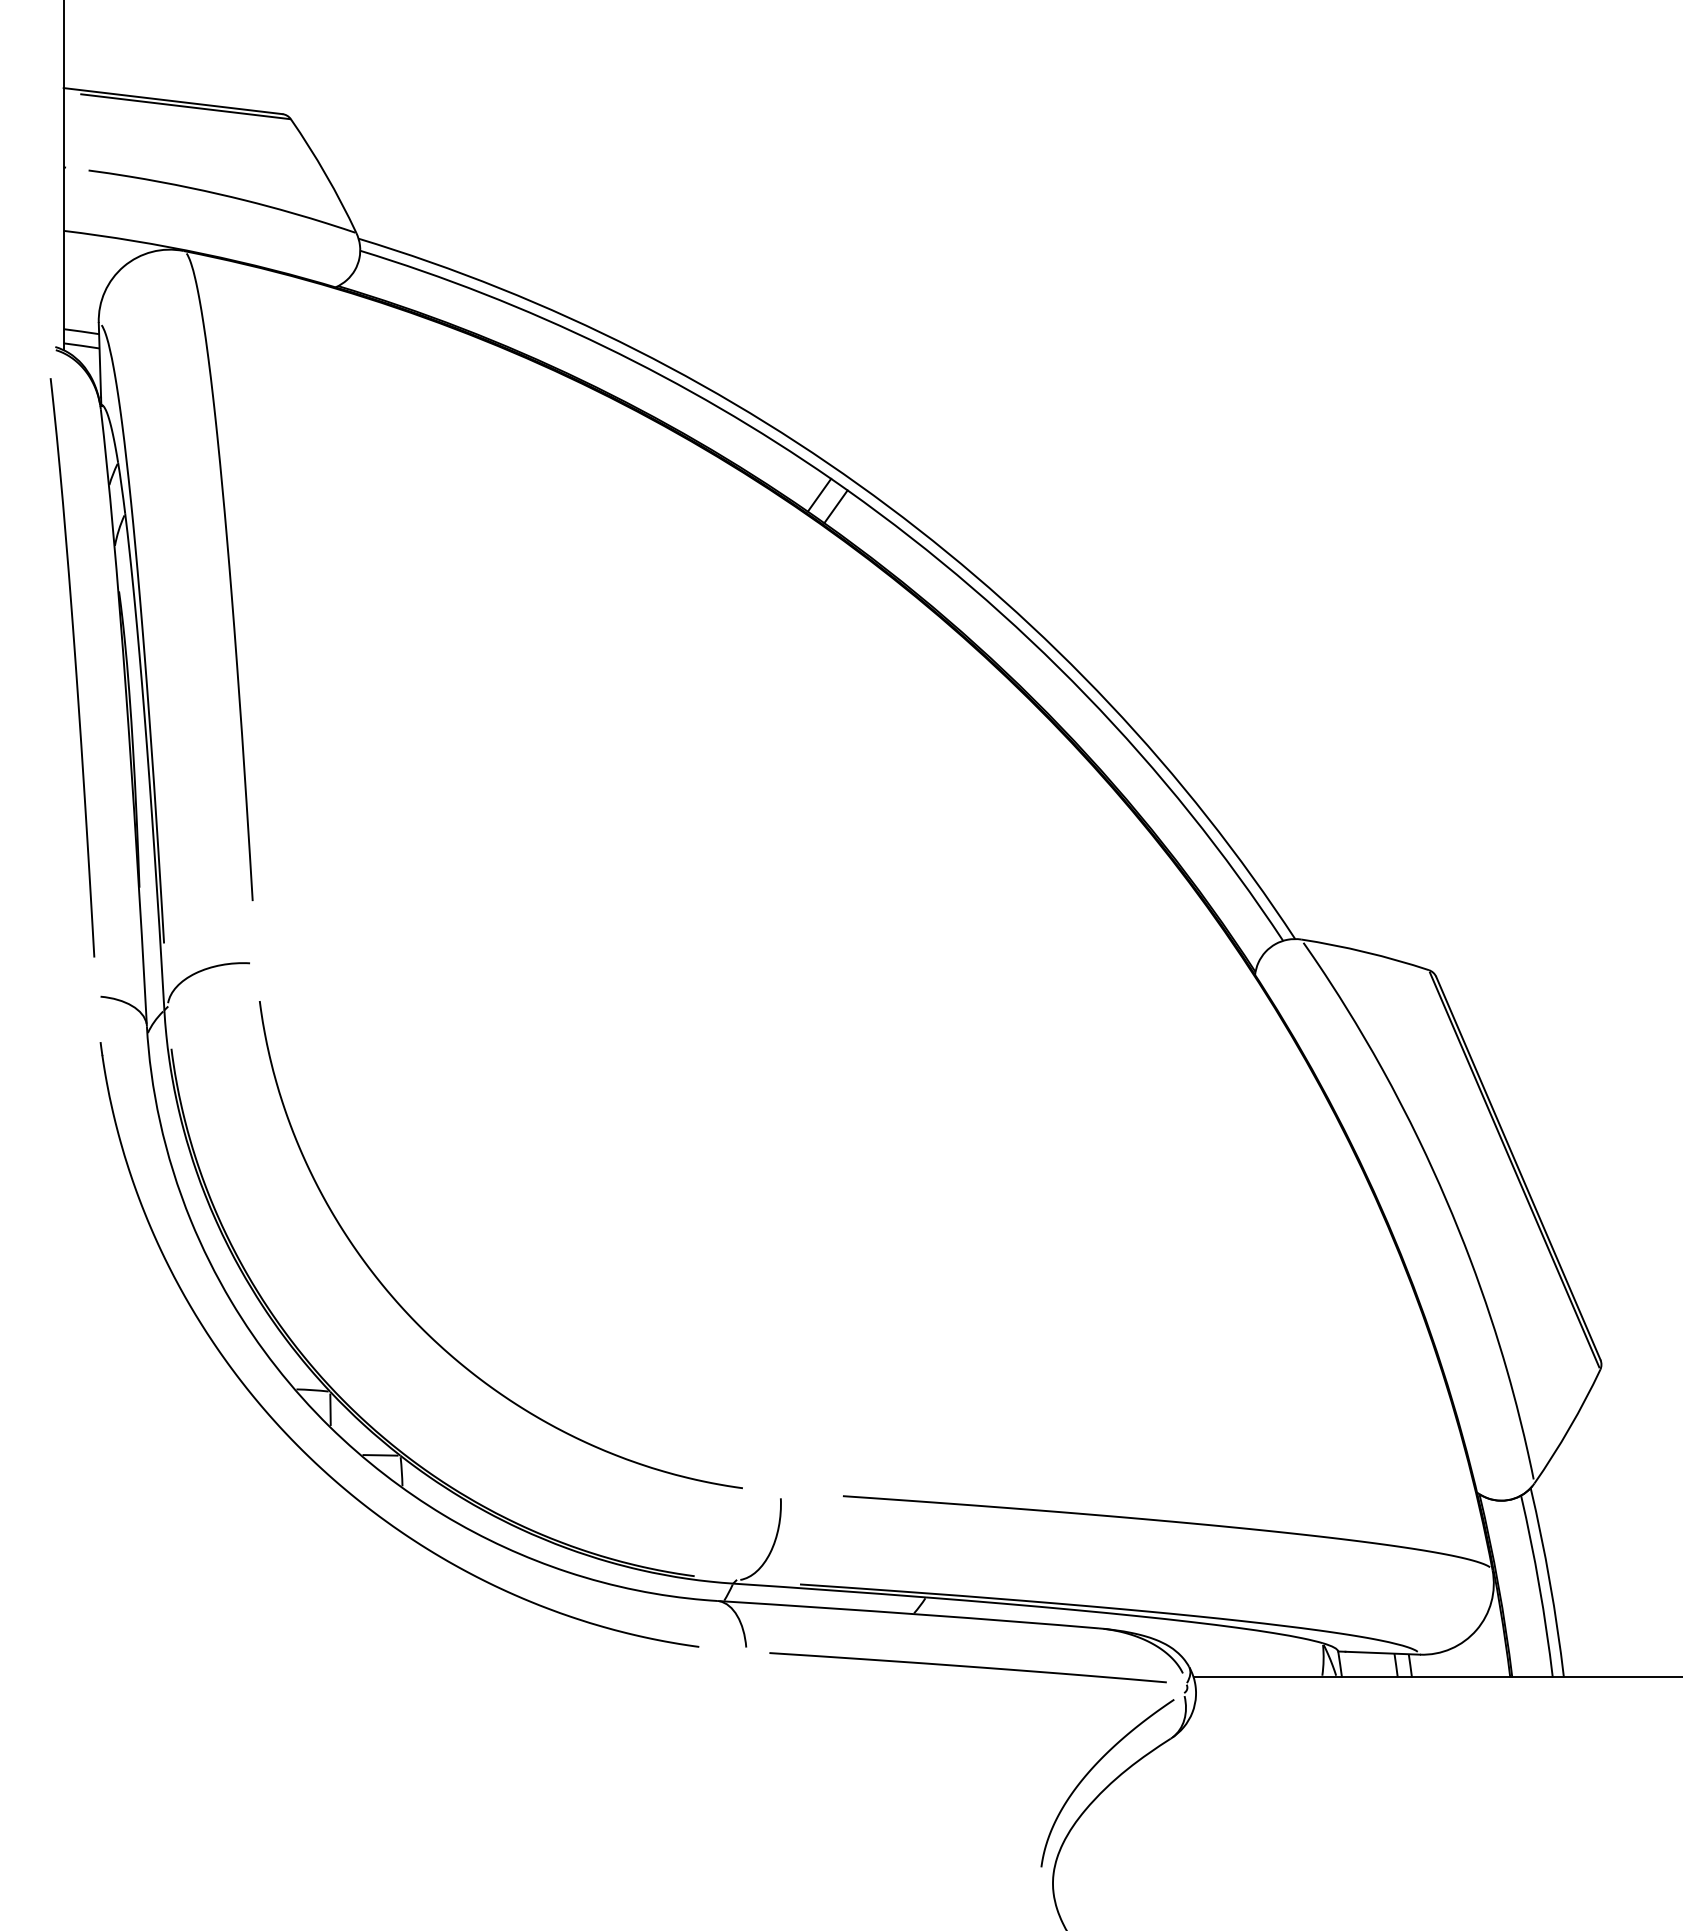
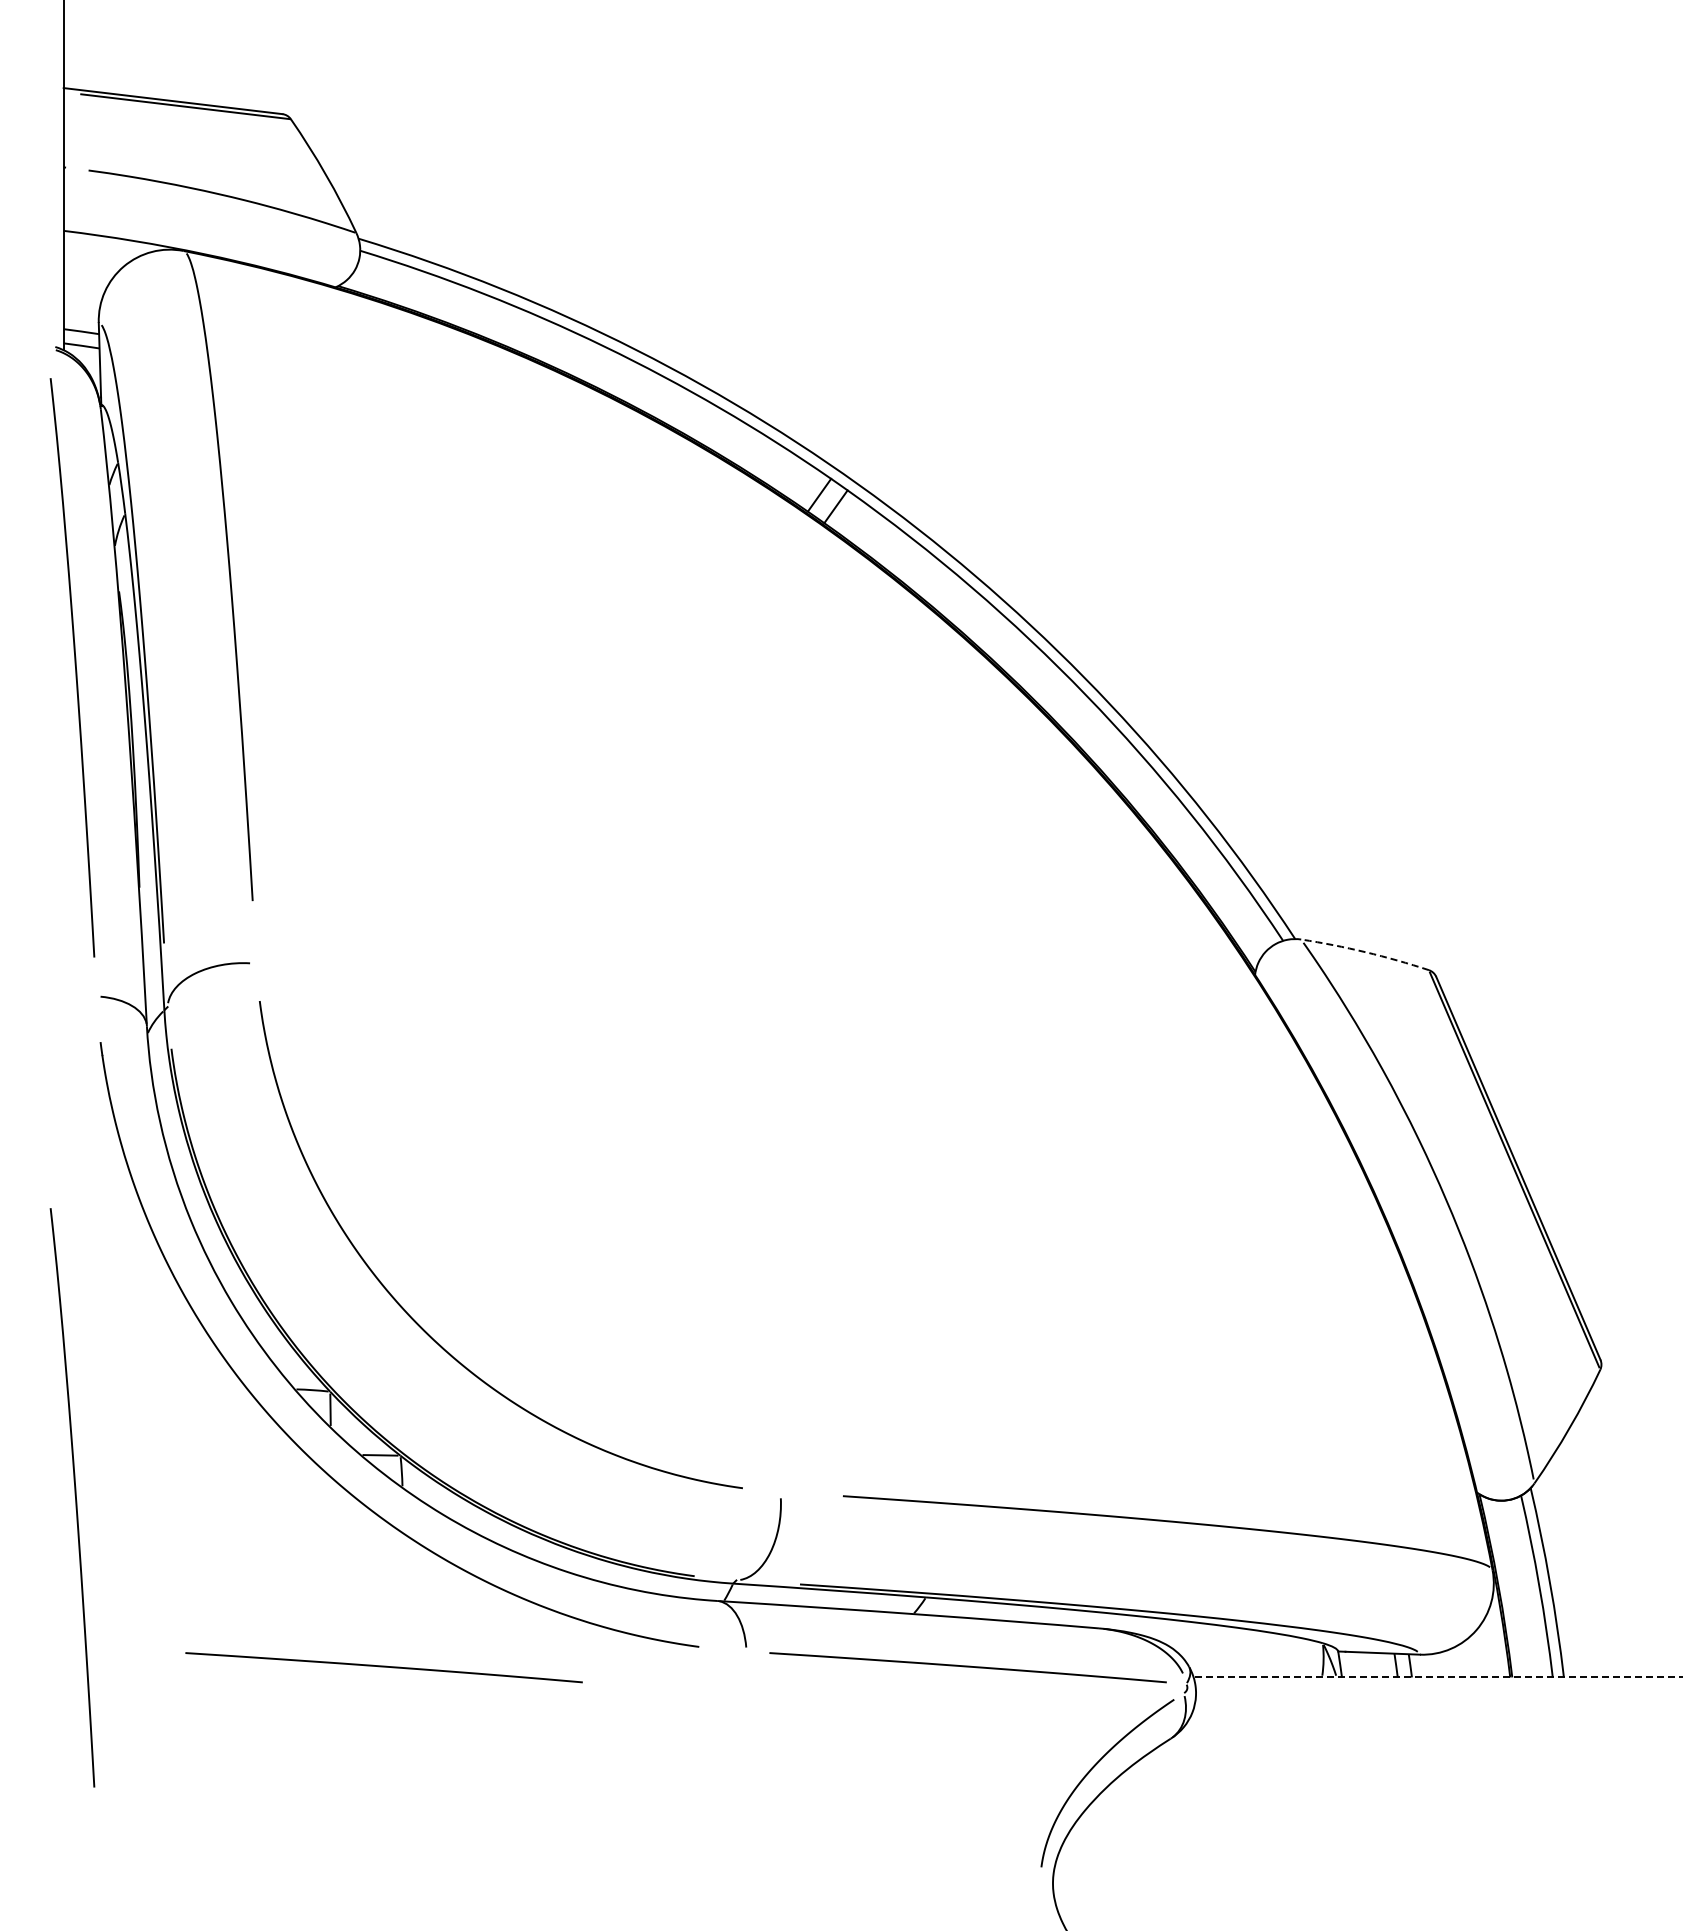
arc at (1365, 952): solid -> dashed
curve at (74, 1495): none -> present
curve at (383, 1667): none -> present
line at (1437, 1677): solid -> dashed
